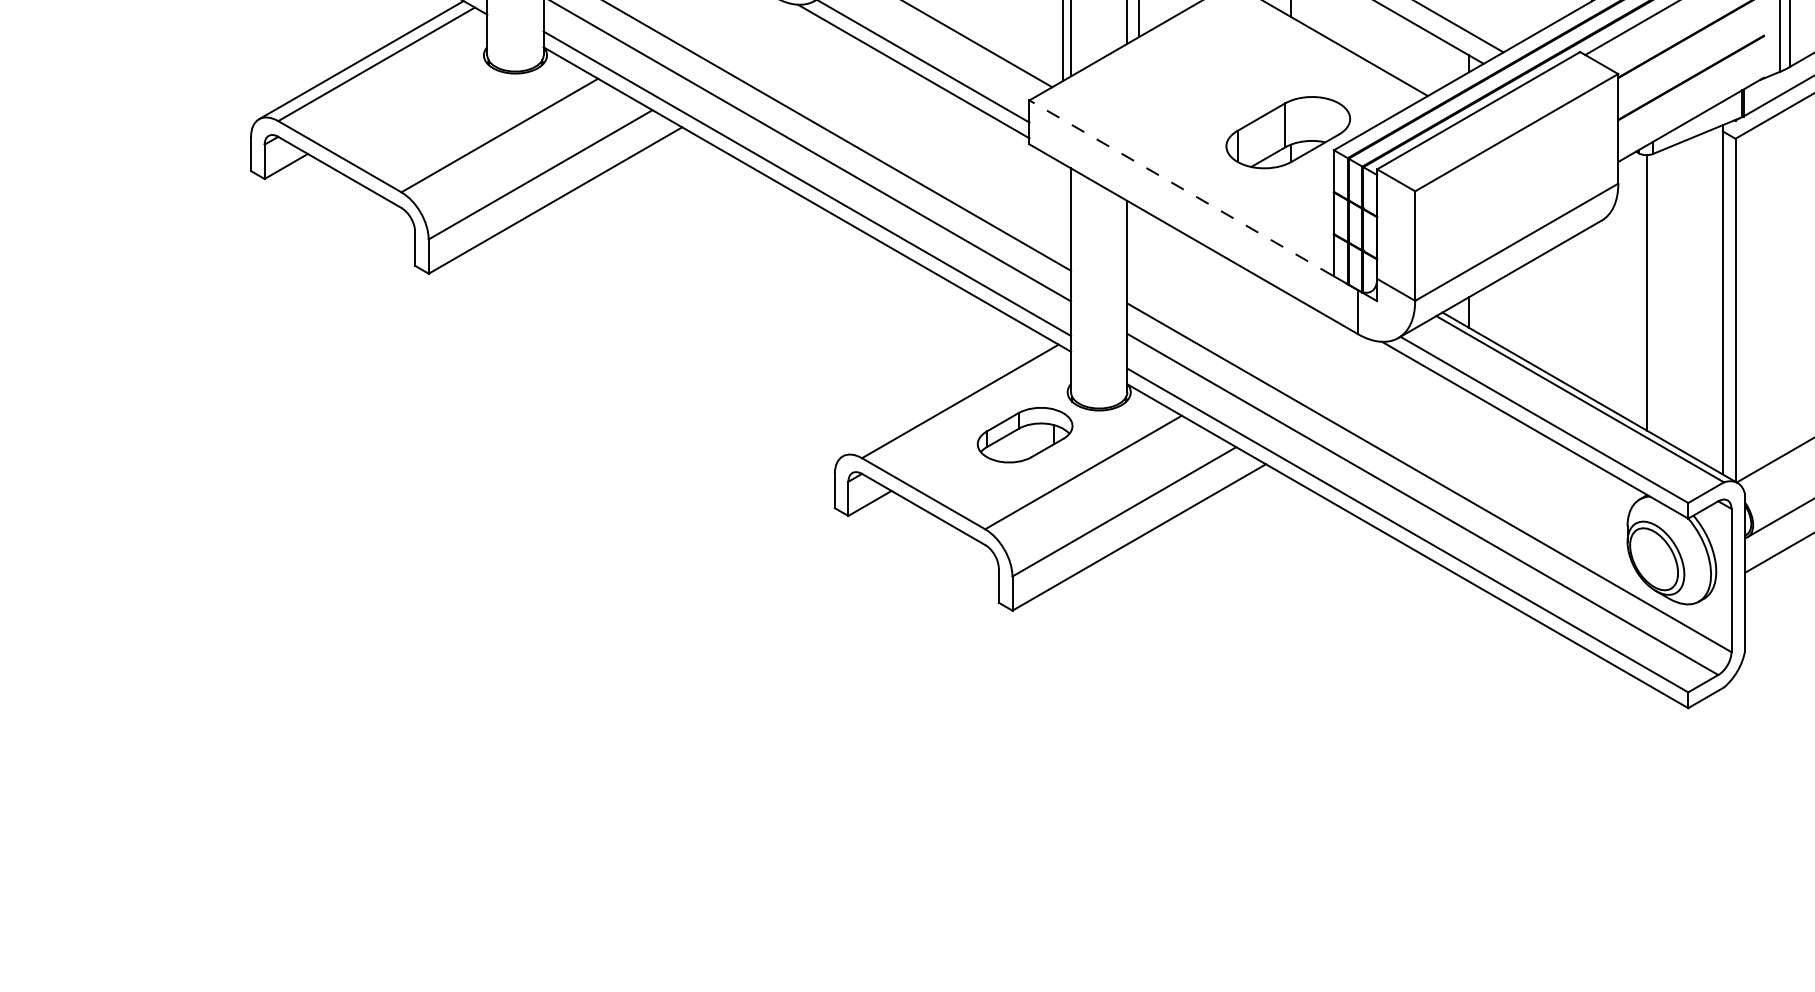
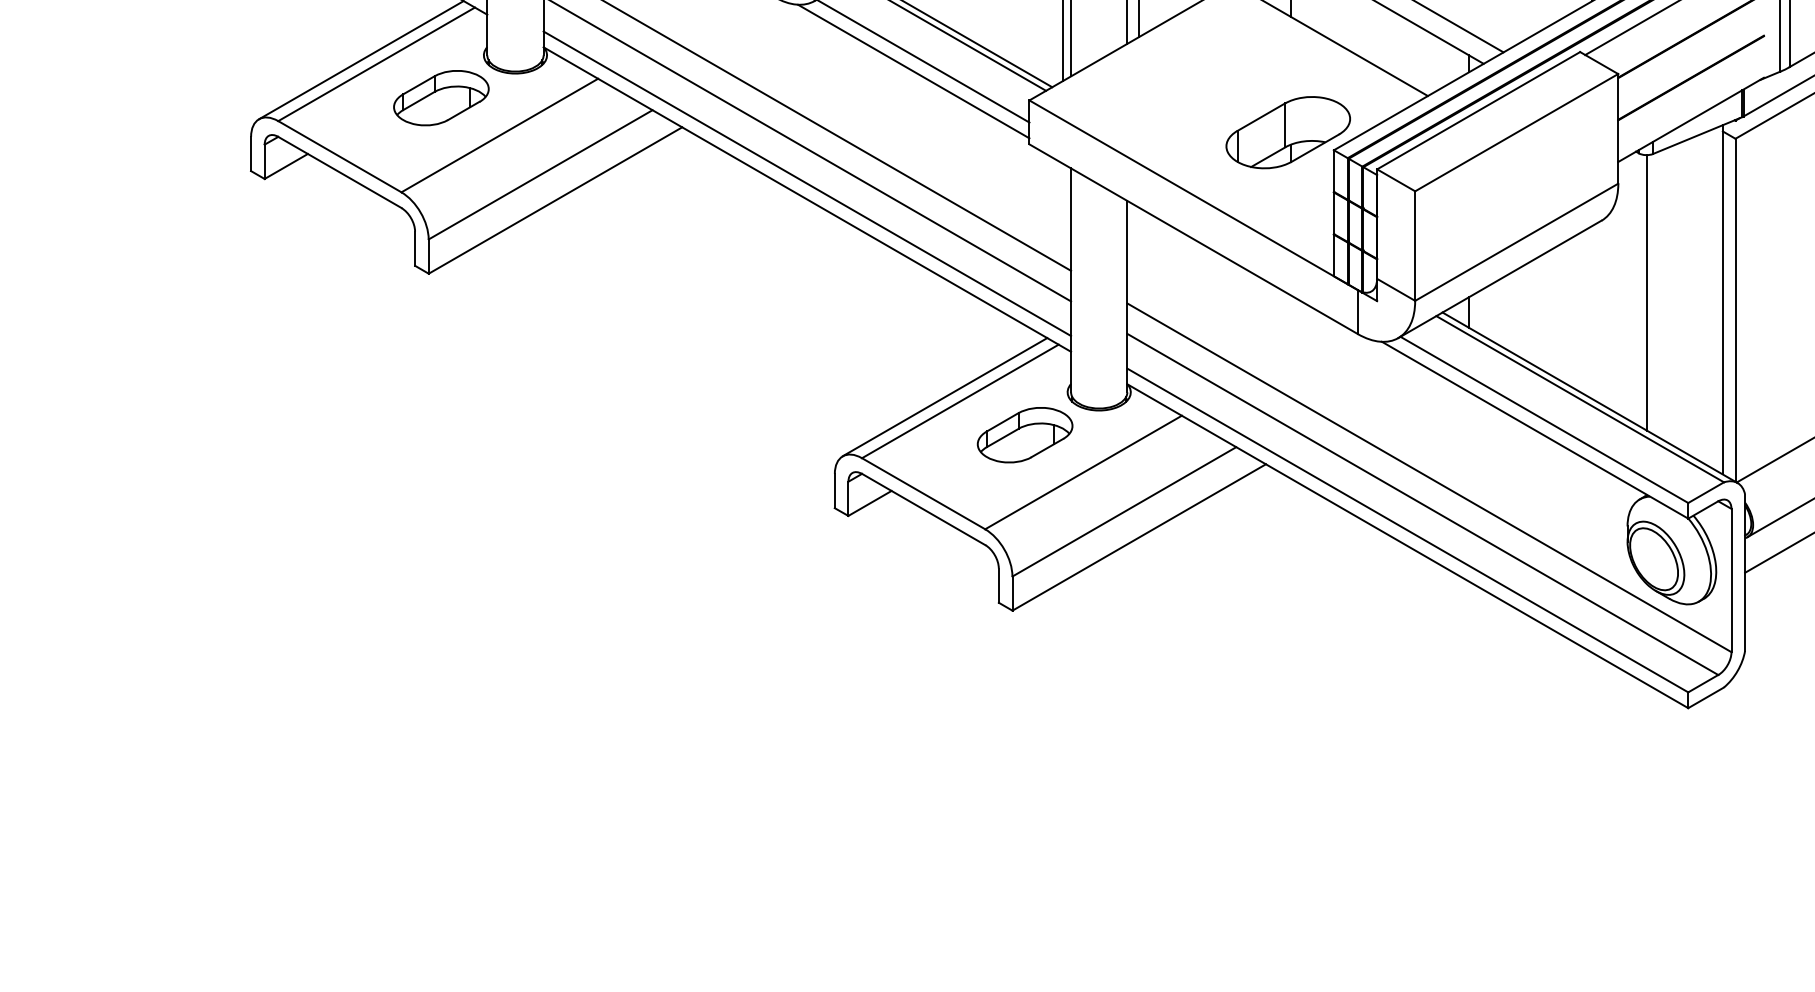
line at (969, 46): none -> present
part at (441, 98): none -> present
line at (1193, 195): dashed -> solid
line at (944, 397): none -> present
